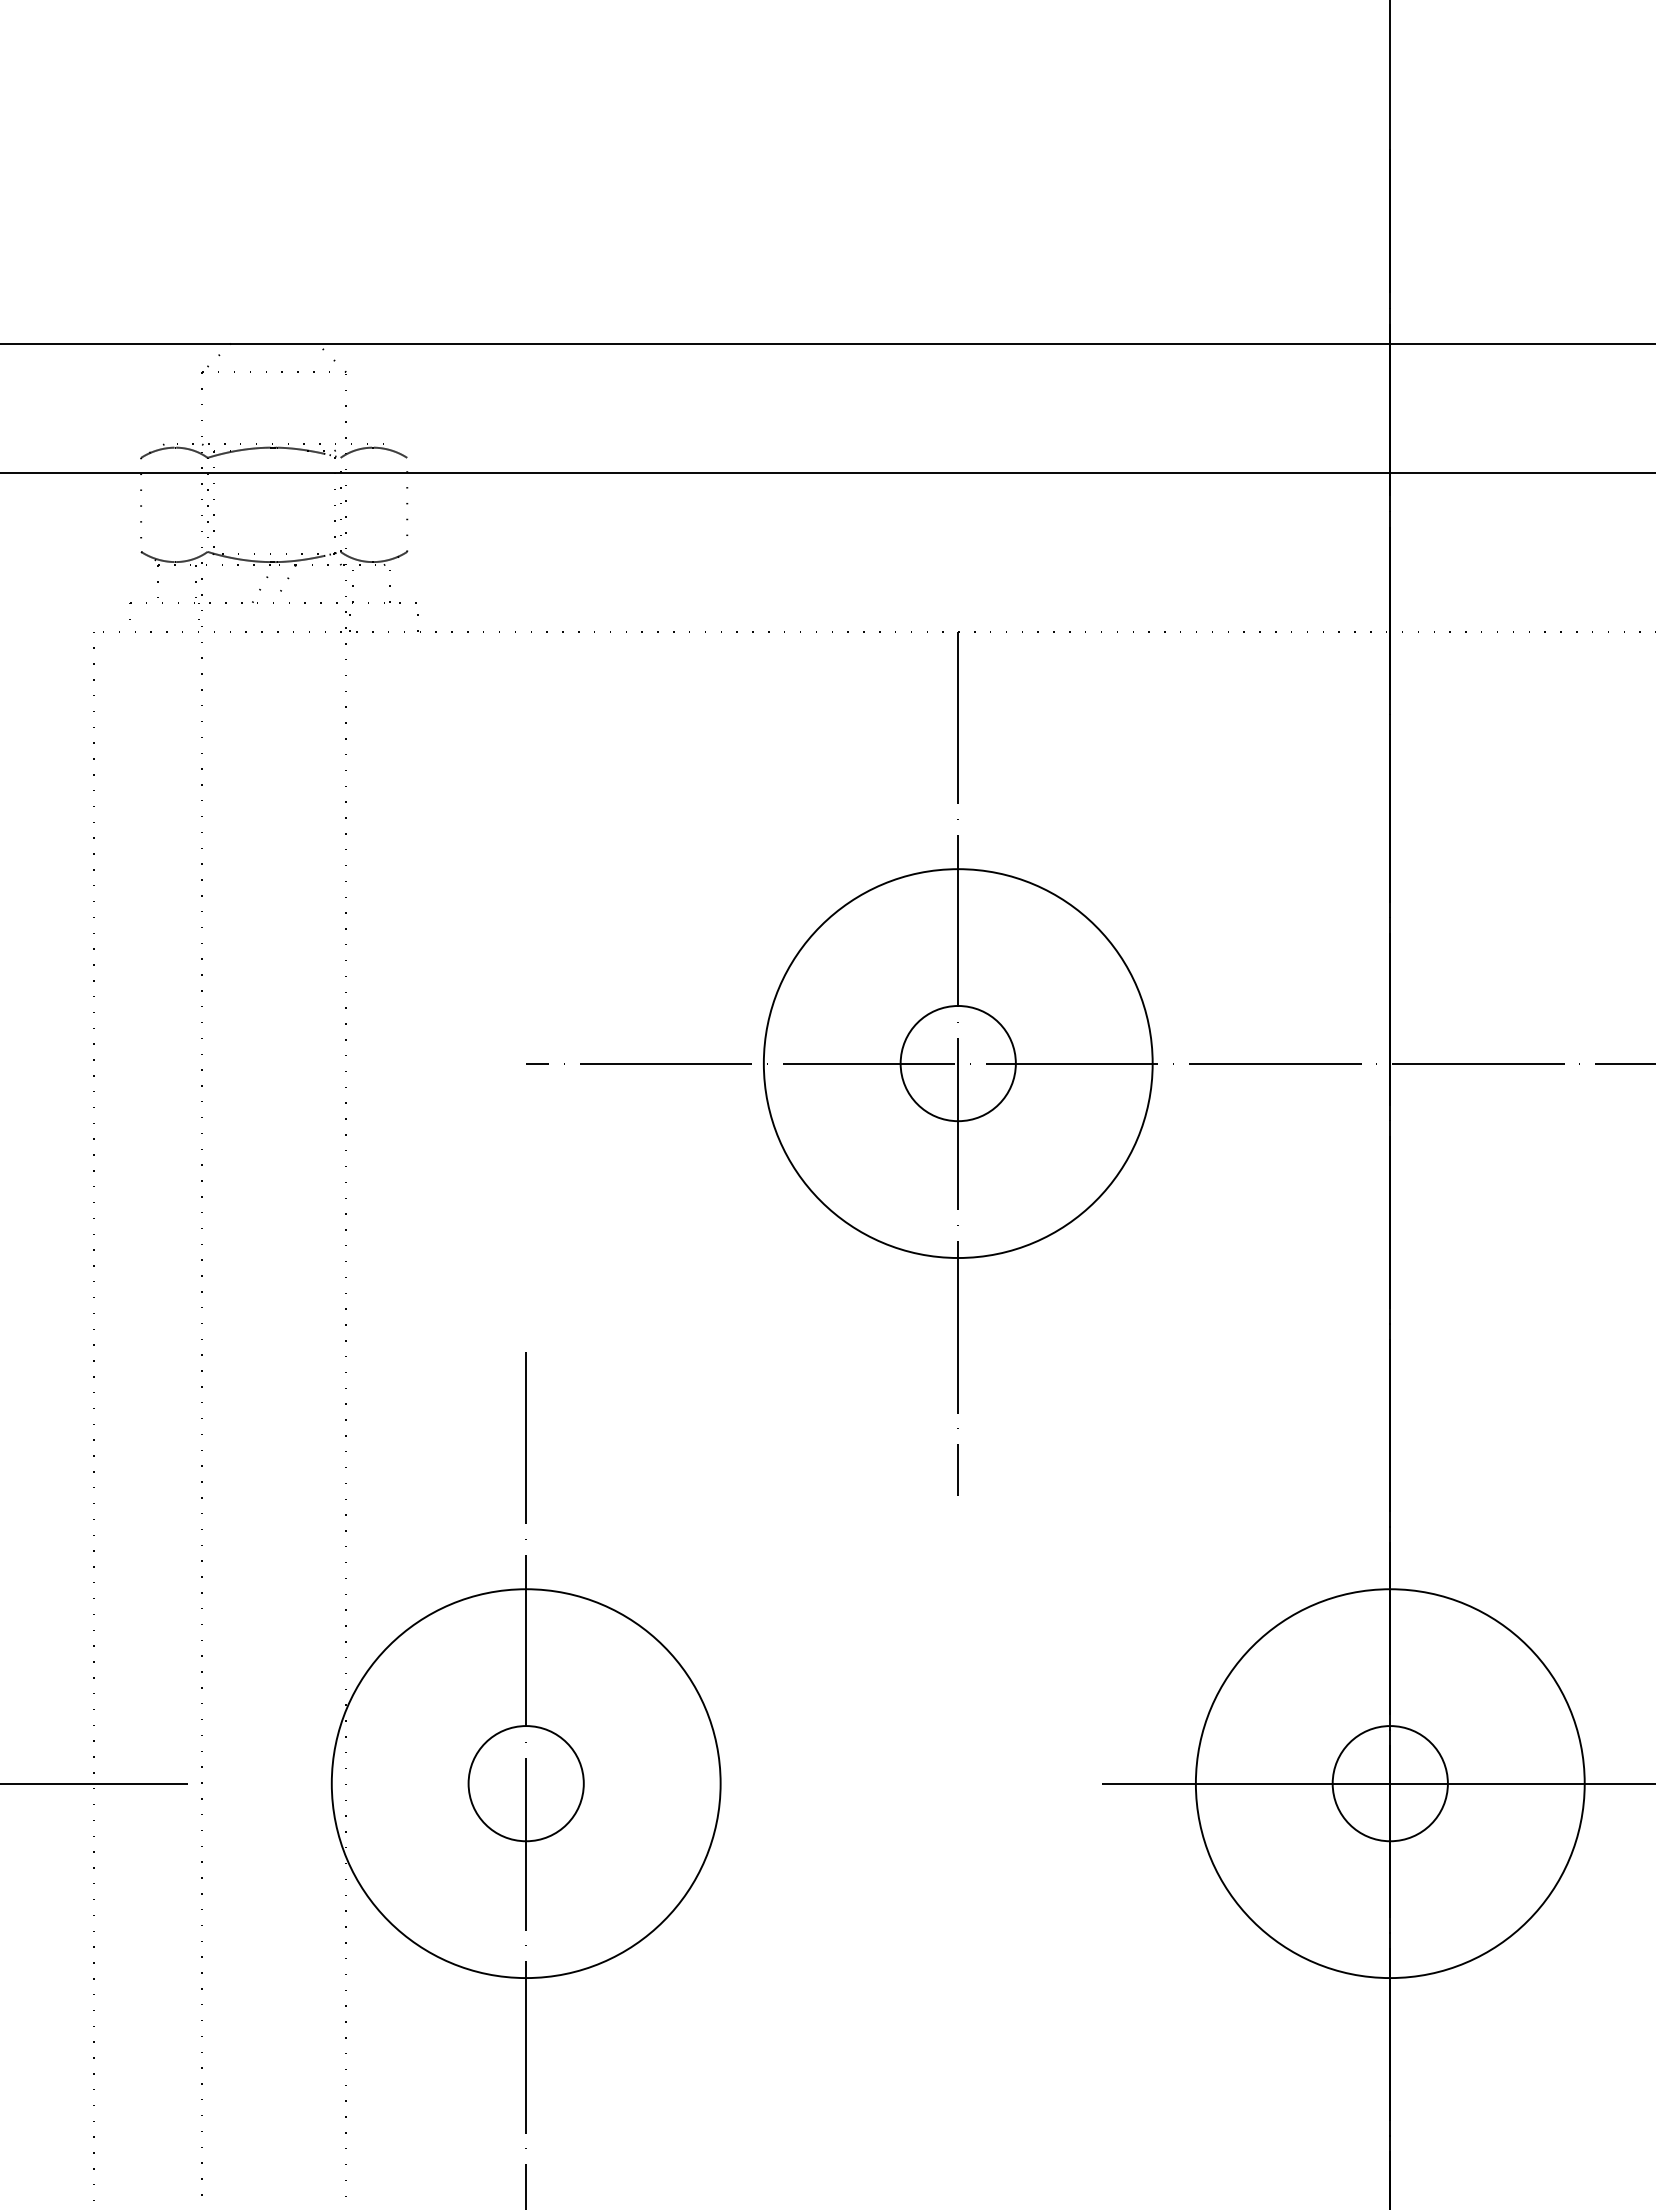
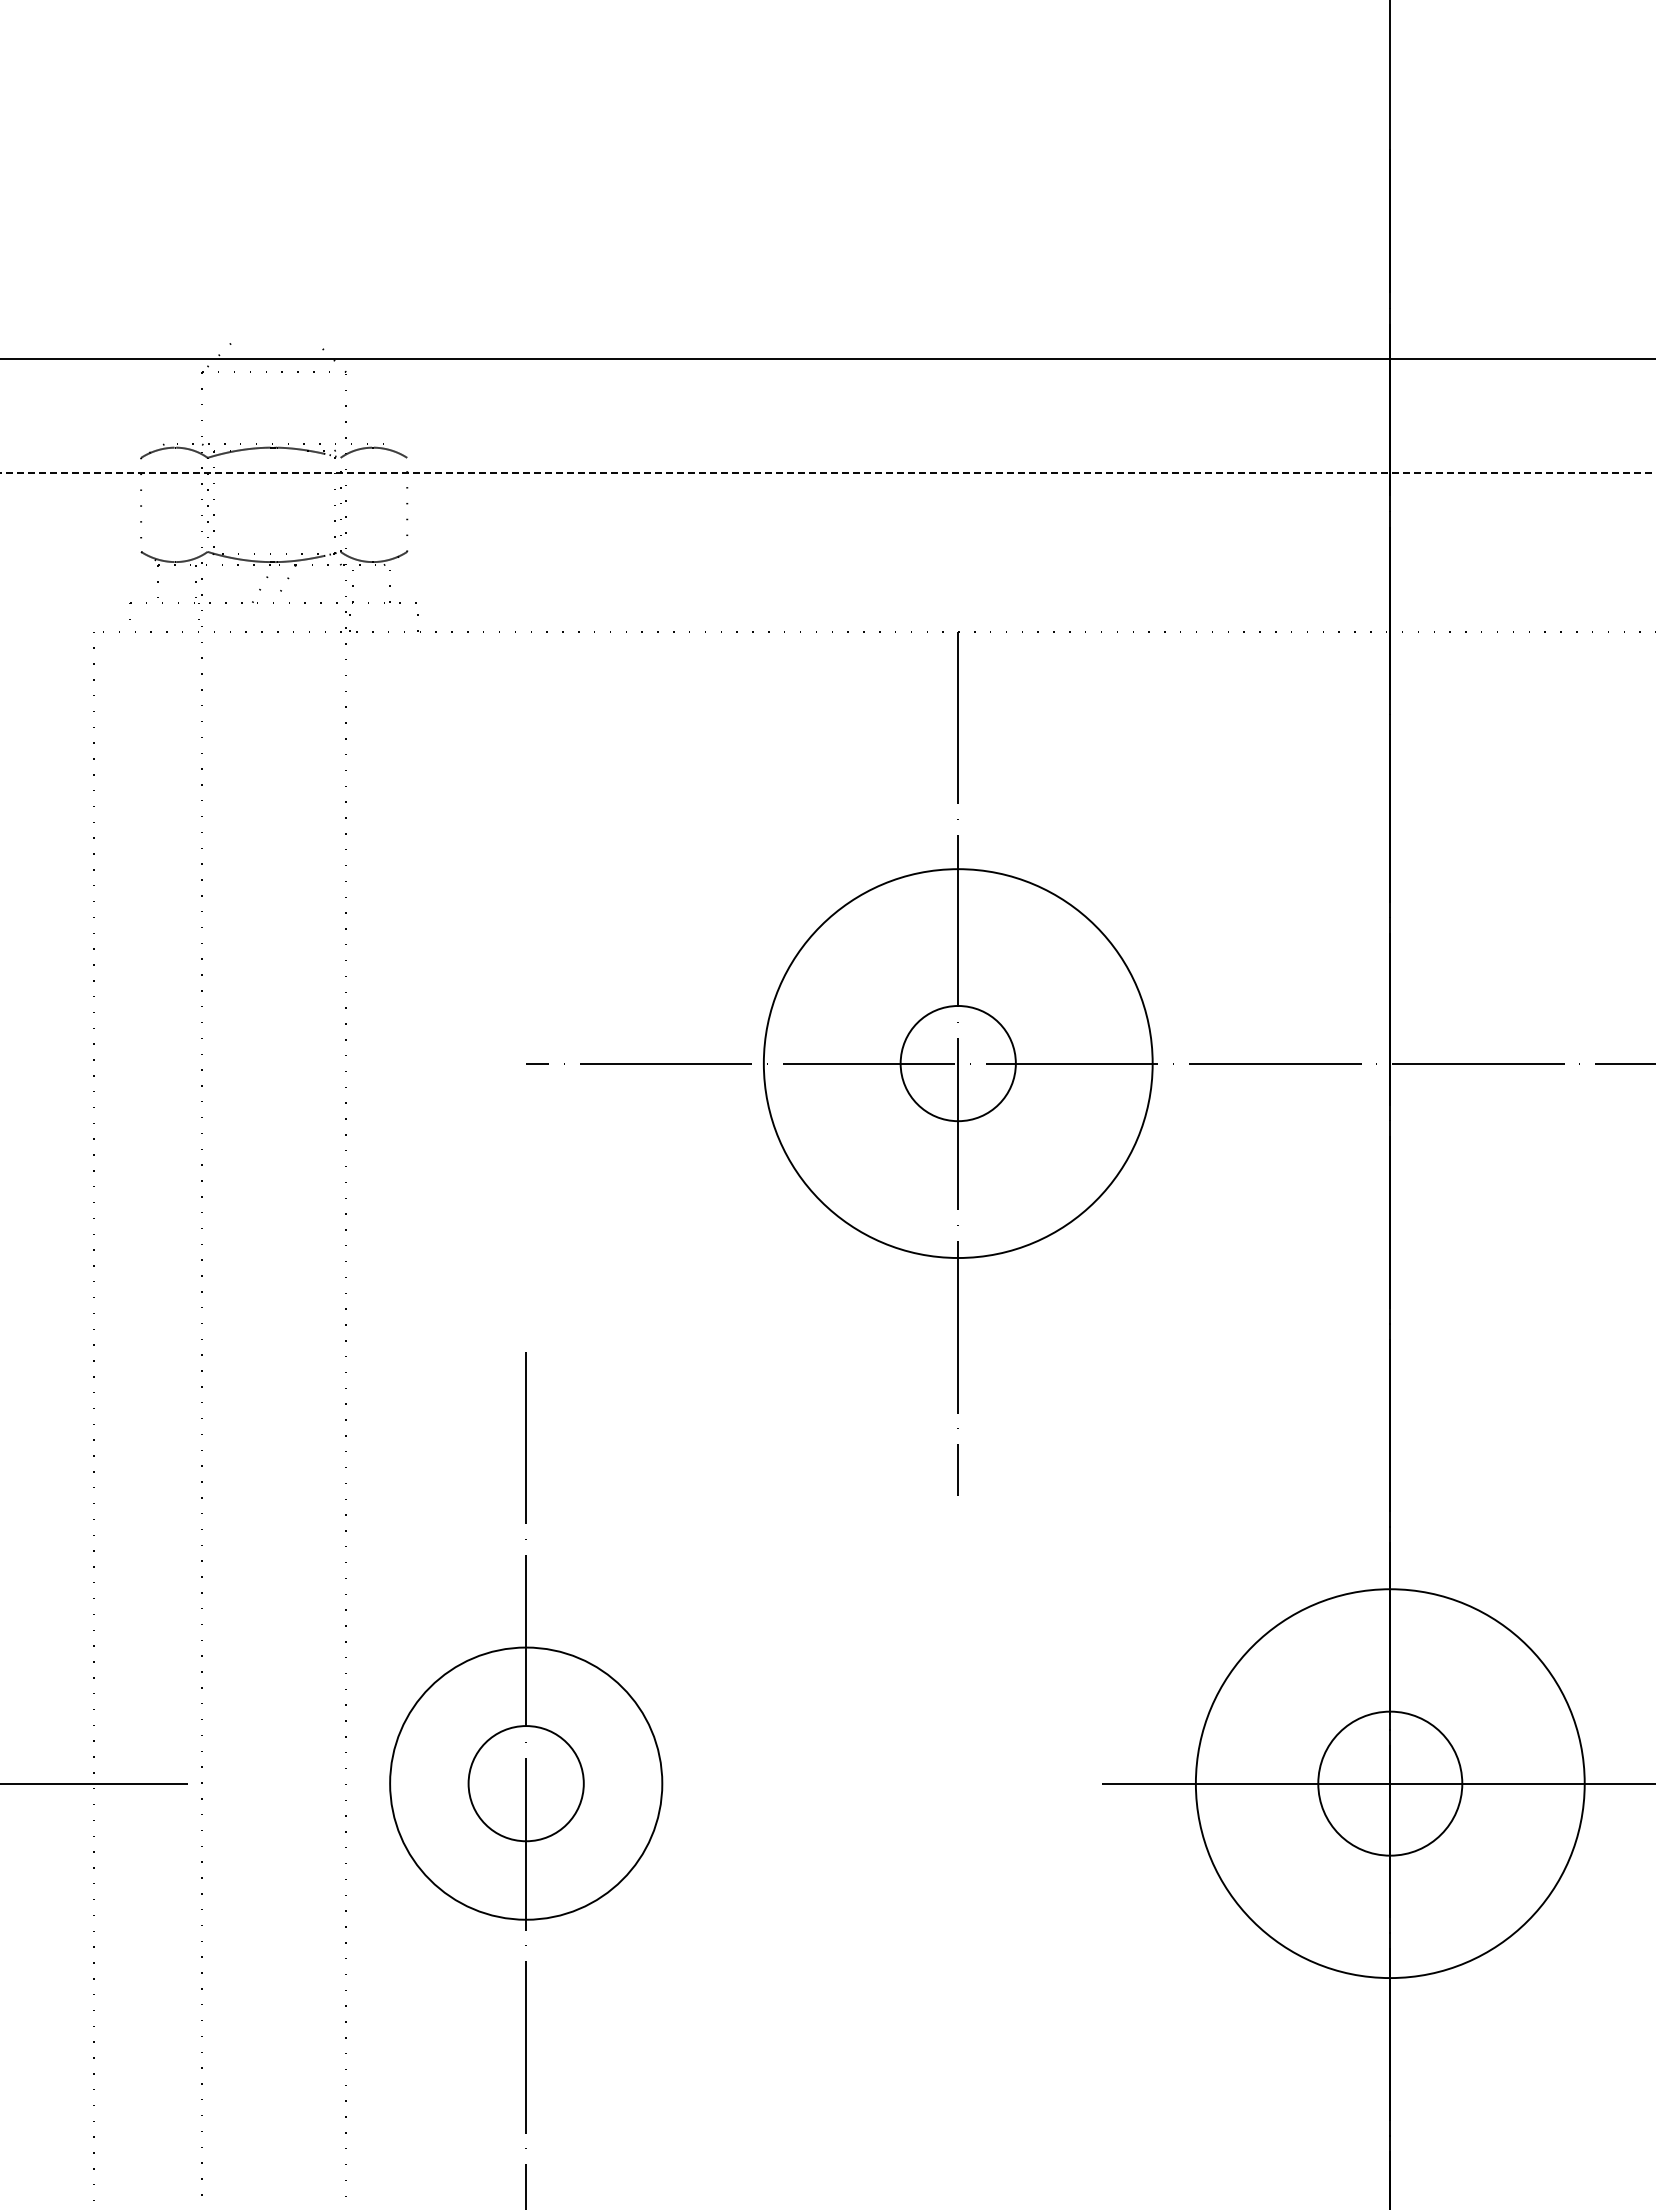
line at (827, 343) position: (827, 343) -> (827, 358)
line at (828, 473): solid -> dashed
circle at (525, 1783) diameter: 389 px -> 272 px
circle at (1389, 1783) diameter: 115 px -> 144 px
